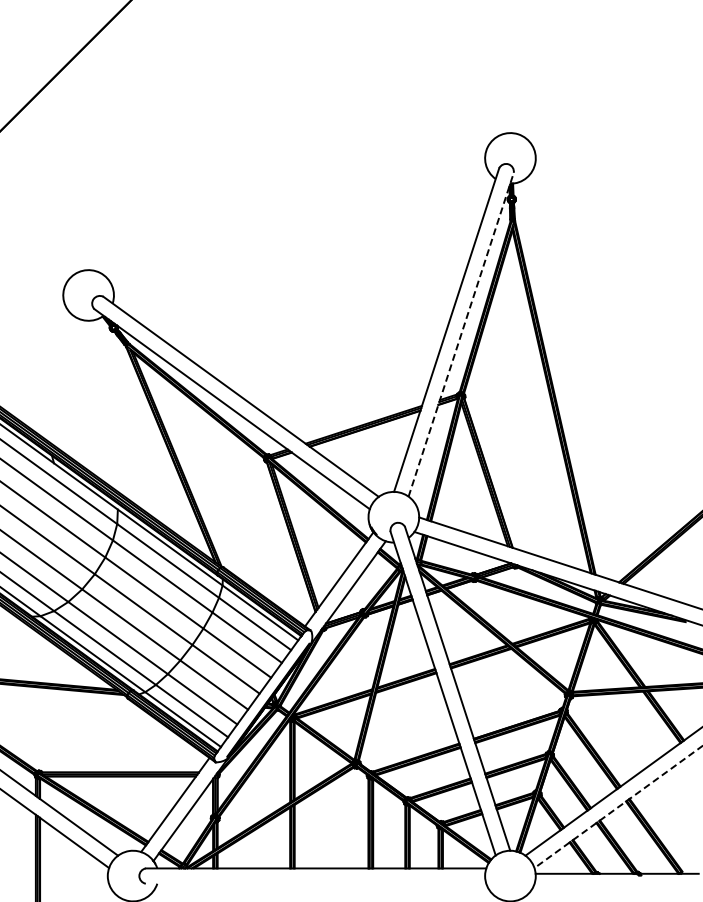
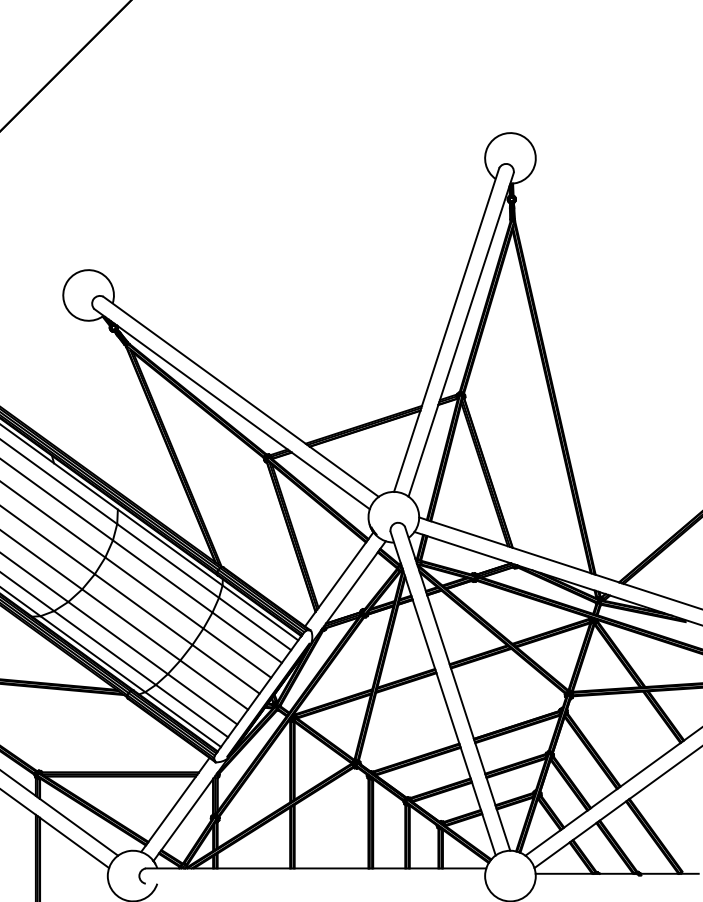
line at (461, 334): dashed -> solid
line at (618, 807): dashed -> solid
